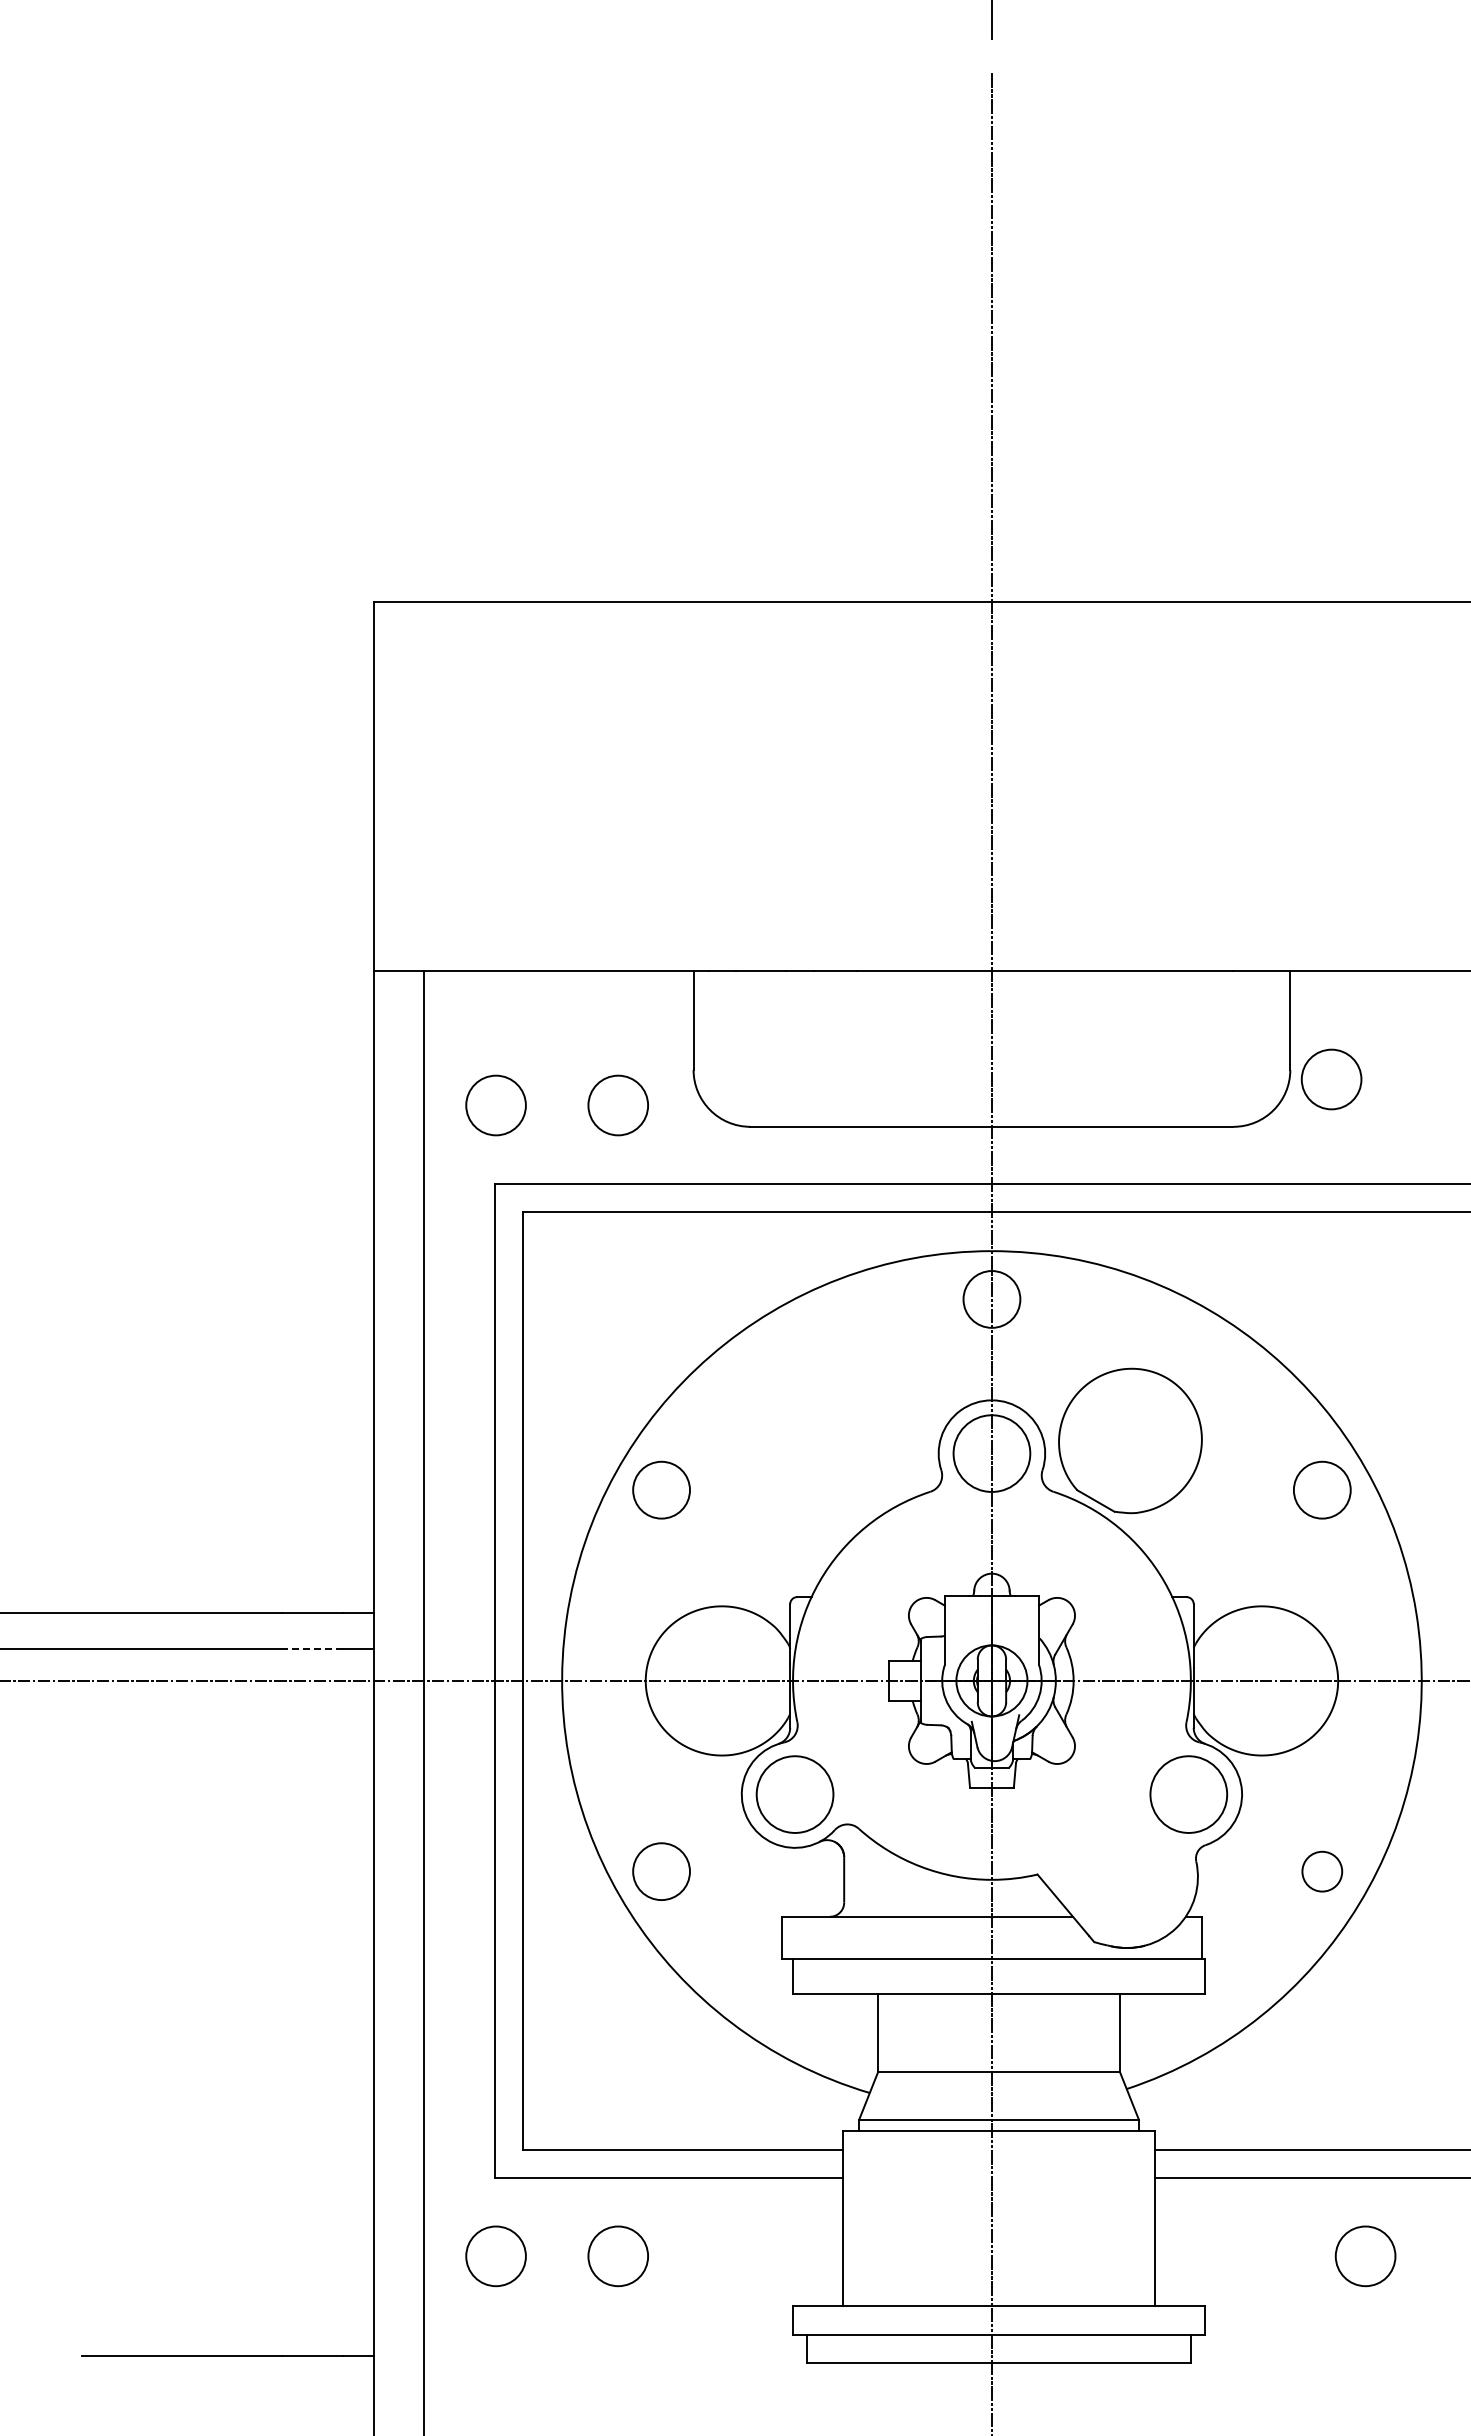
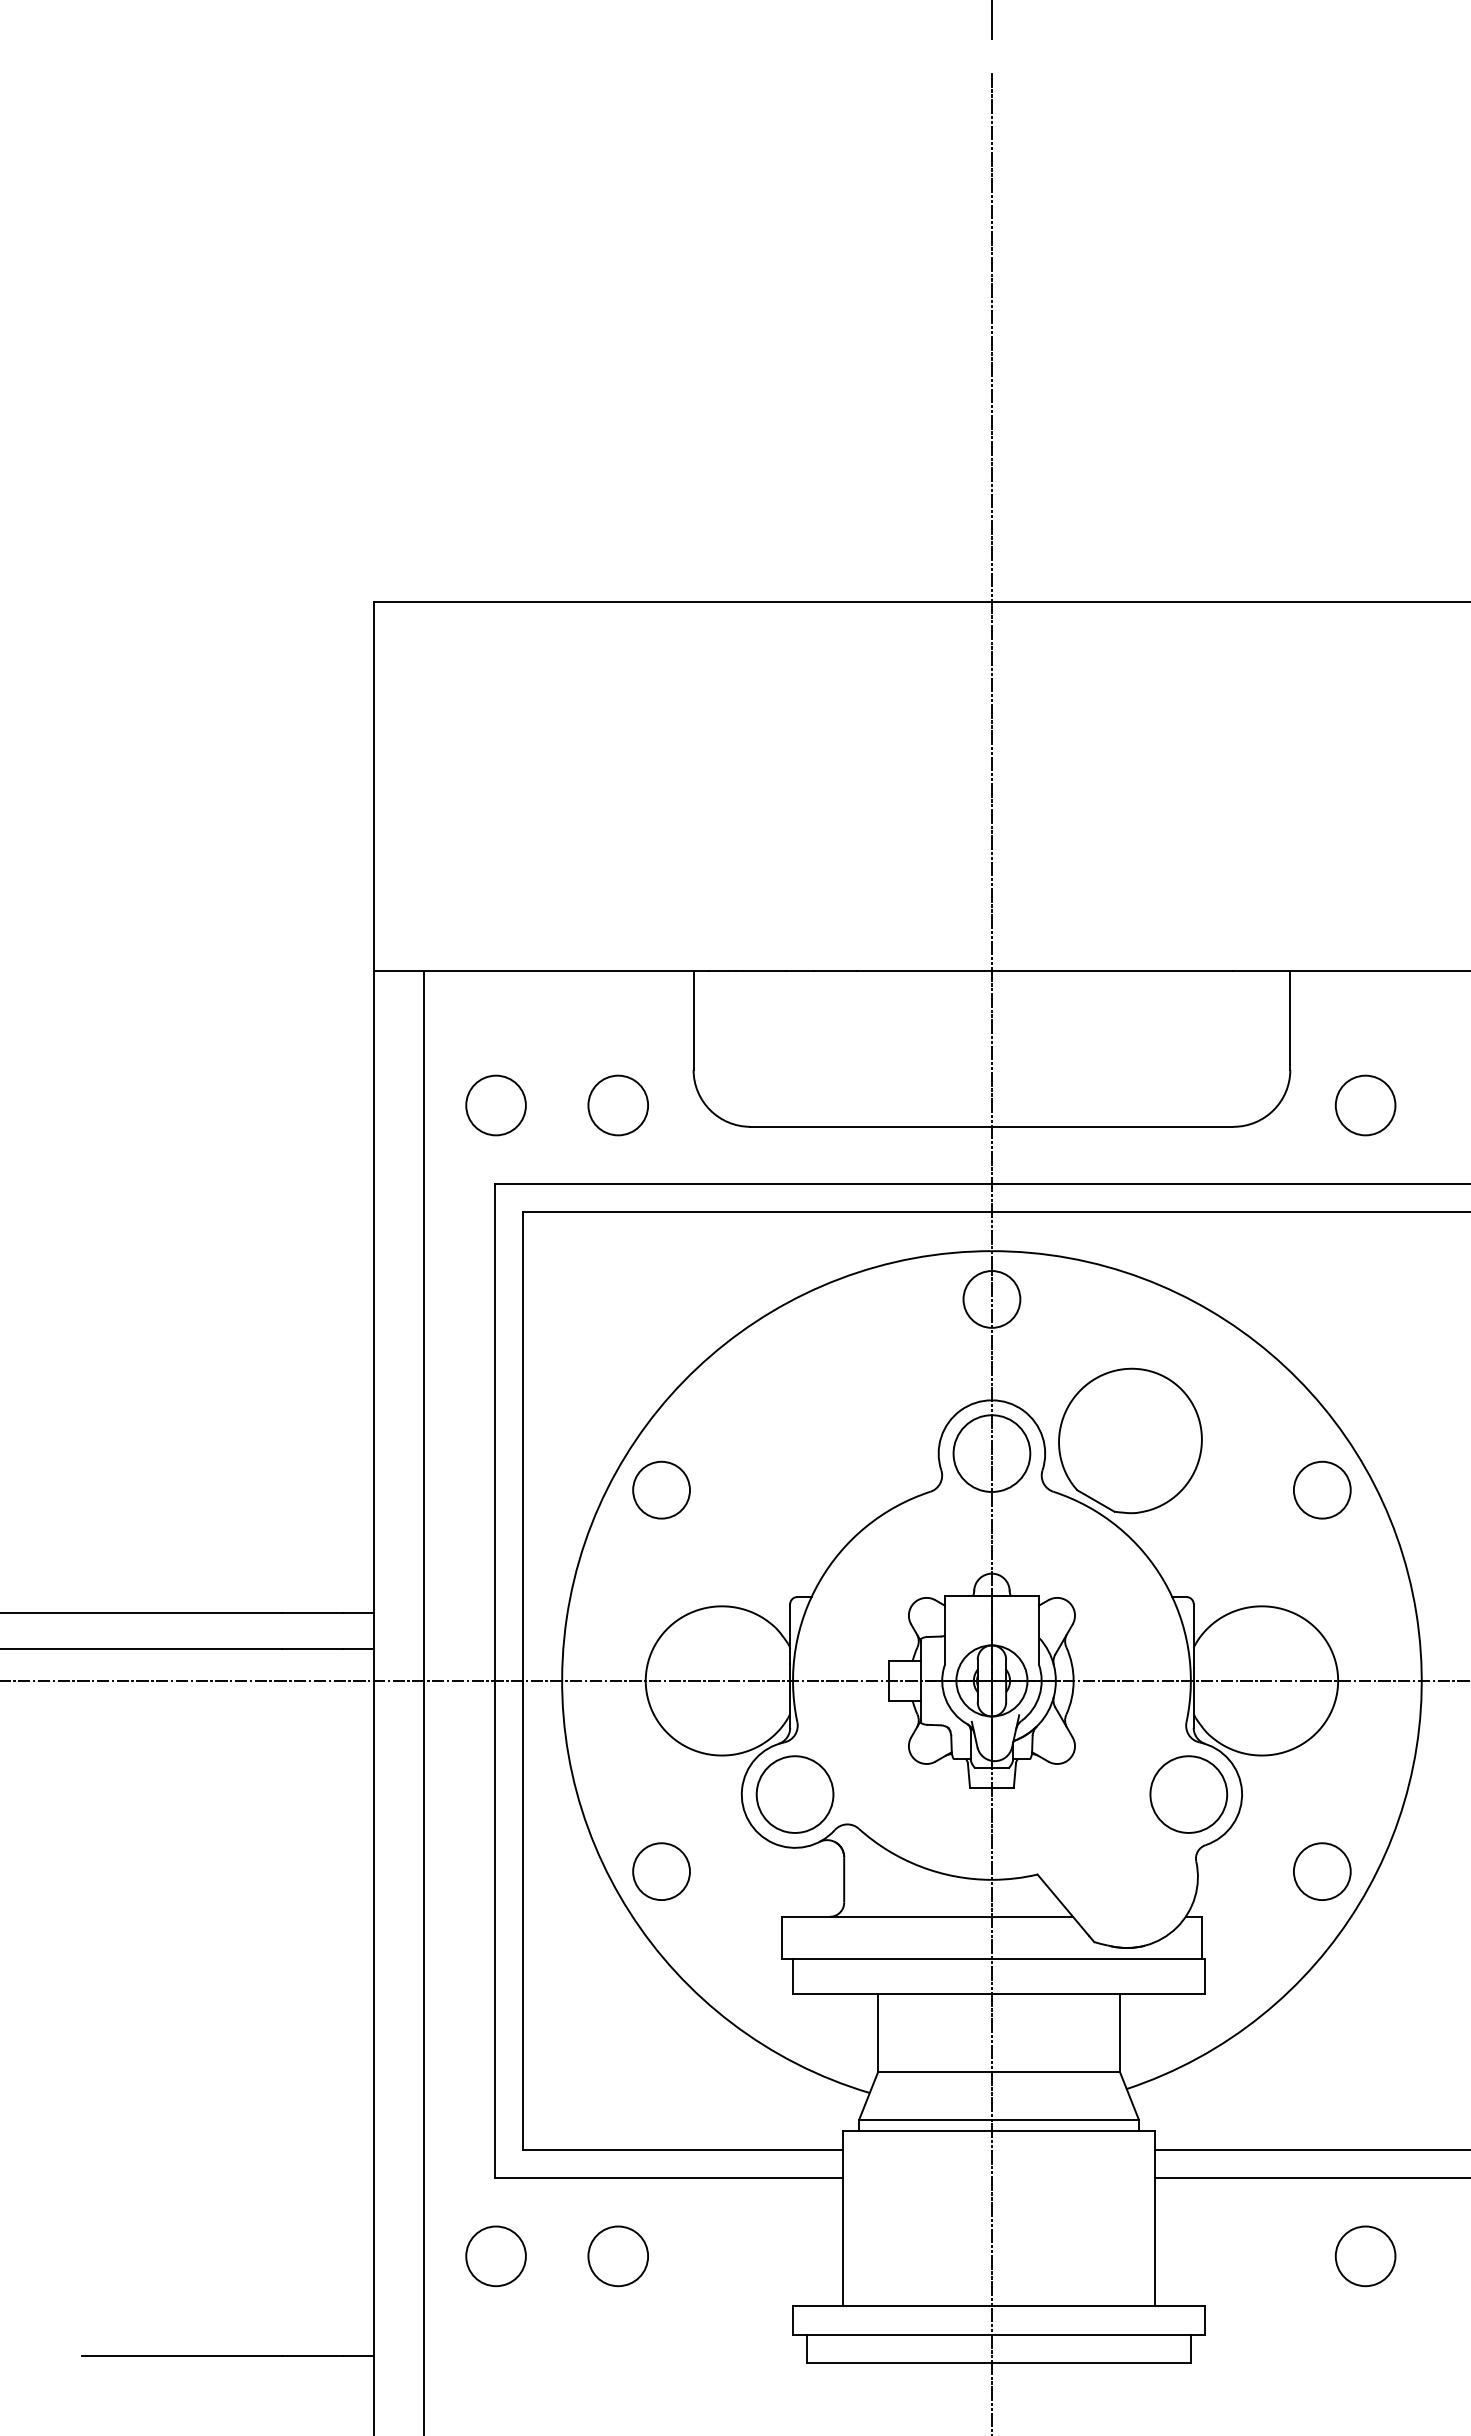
circle at (1331, 1079) position: (1331, 1079) -> (1365, 1105)
line at (311, 1648): dashed -> solid
circle at (1322, 1871) diameter: 40 px -> 57 px
